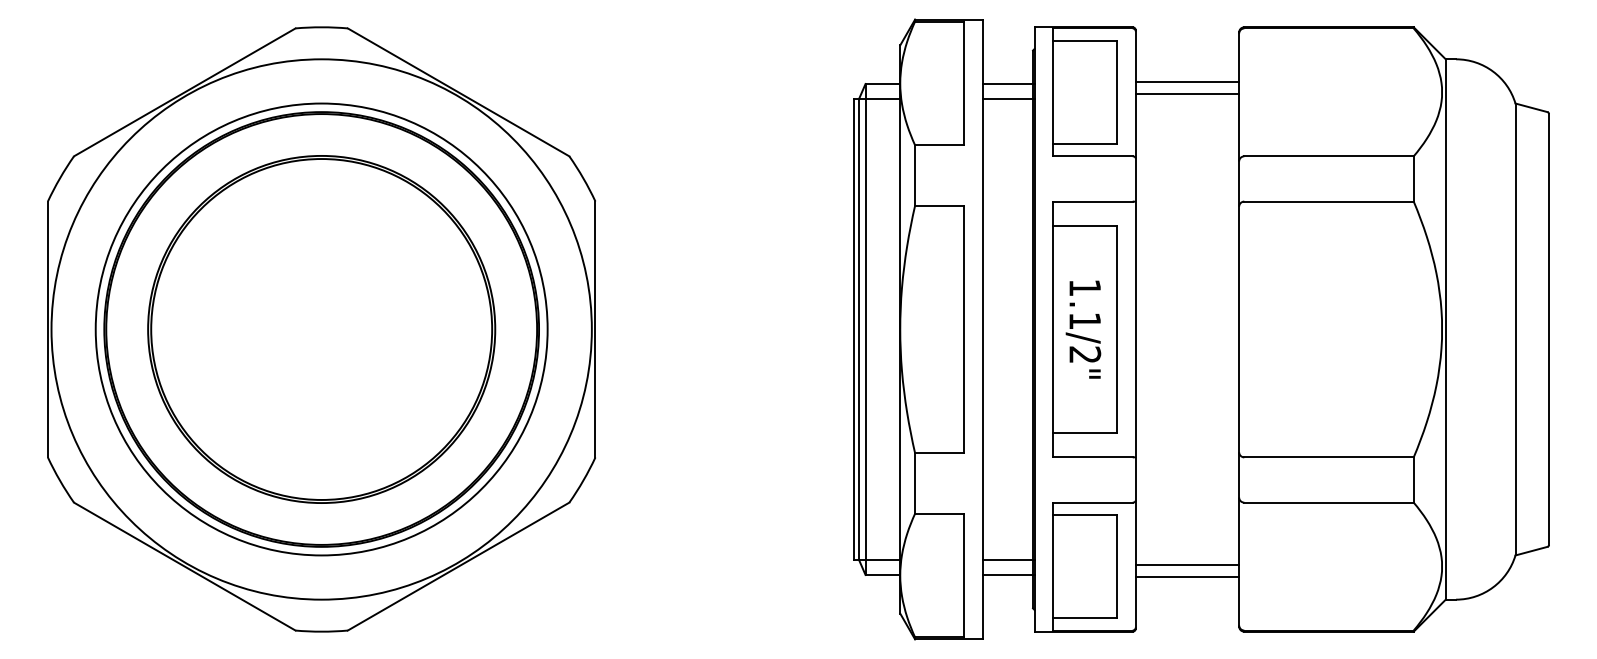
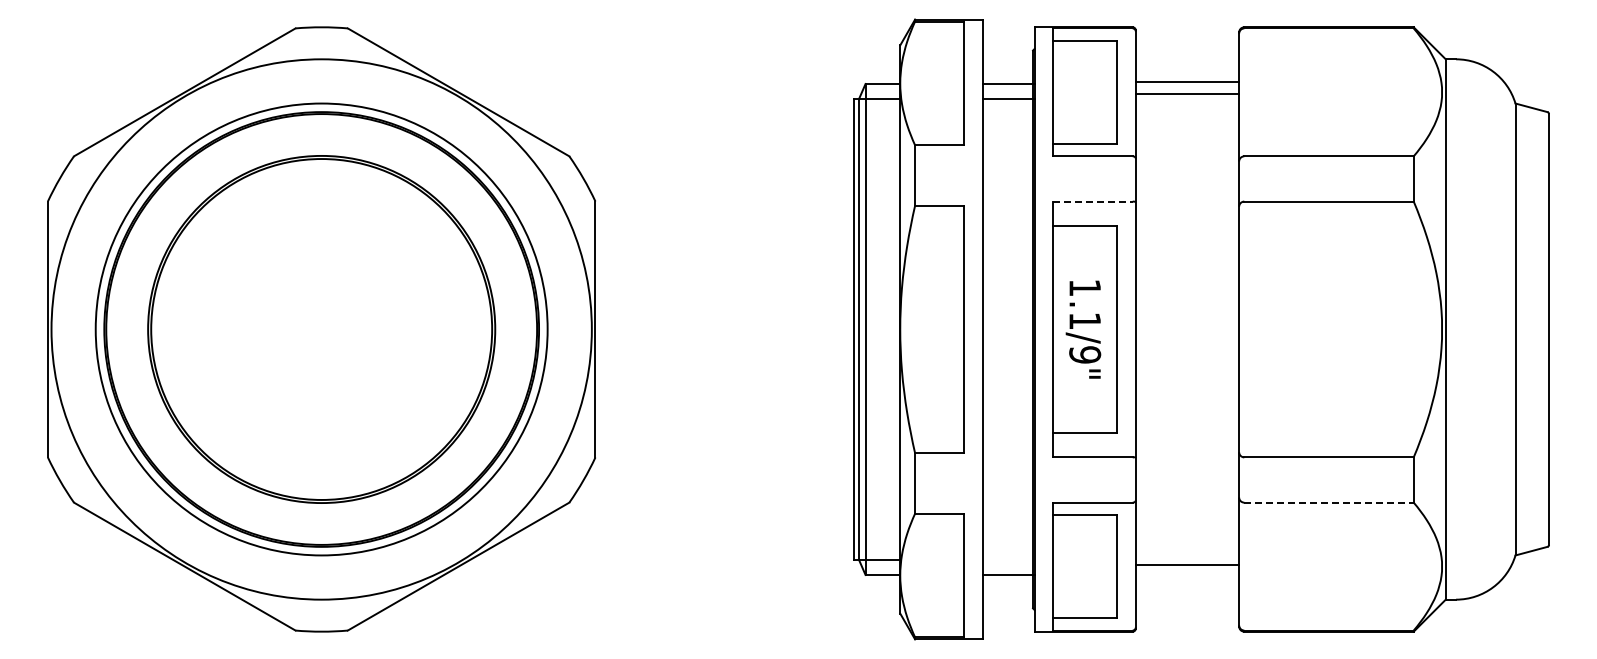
line at (1092, 201): solid -> dashed
text at (1085, 354): 1.1/2" -> 1.1/9"
line at (1329, 502): solid -> dashed
line at (1008, 559): present -> none
line at (1187, 577): present -> none
